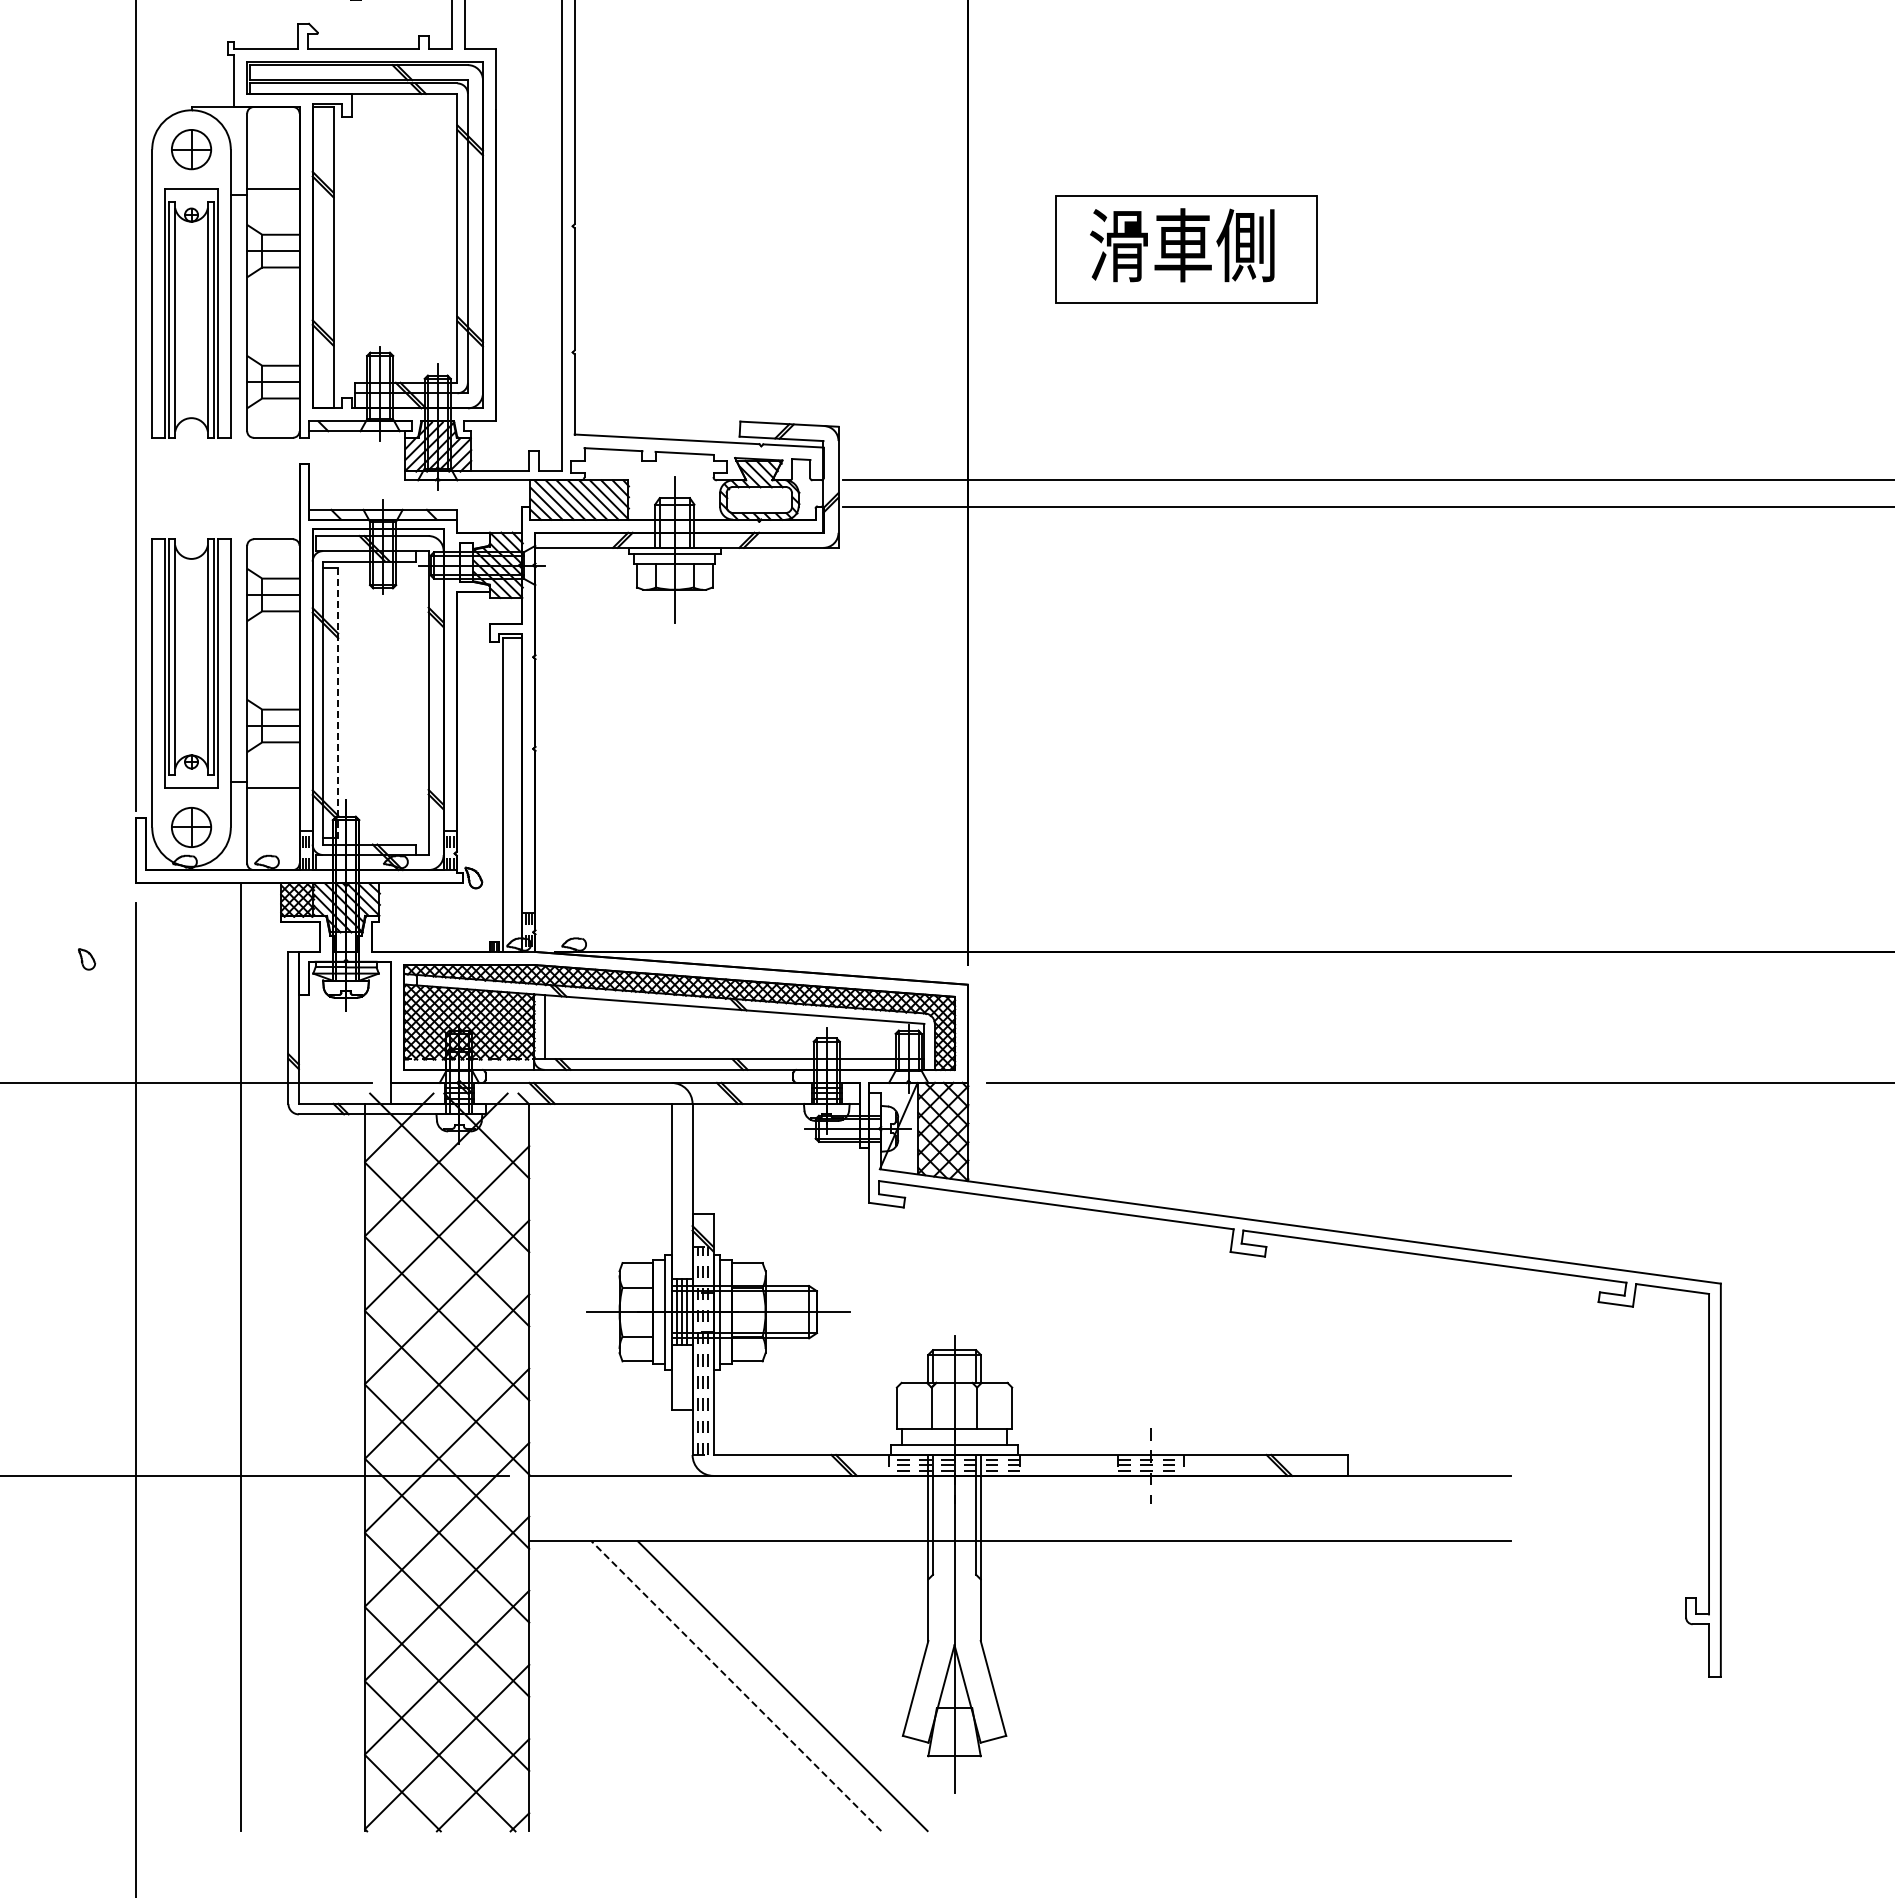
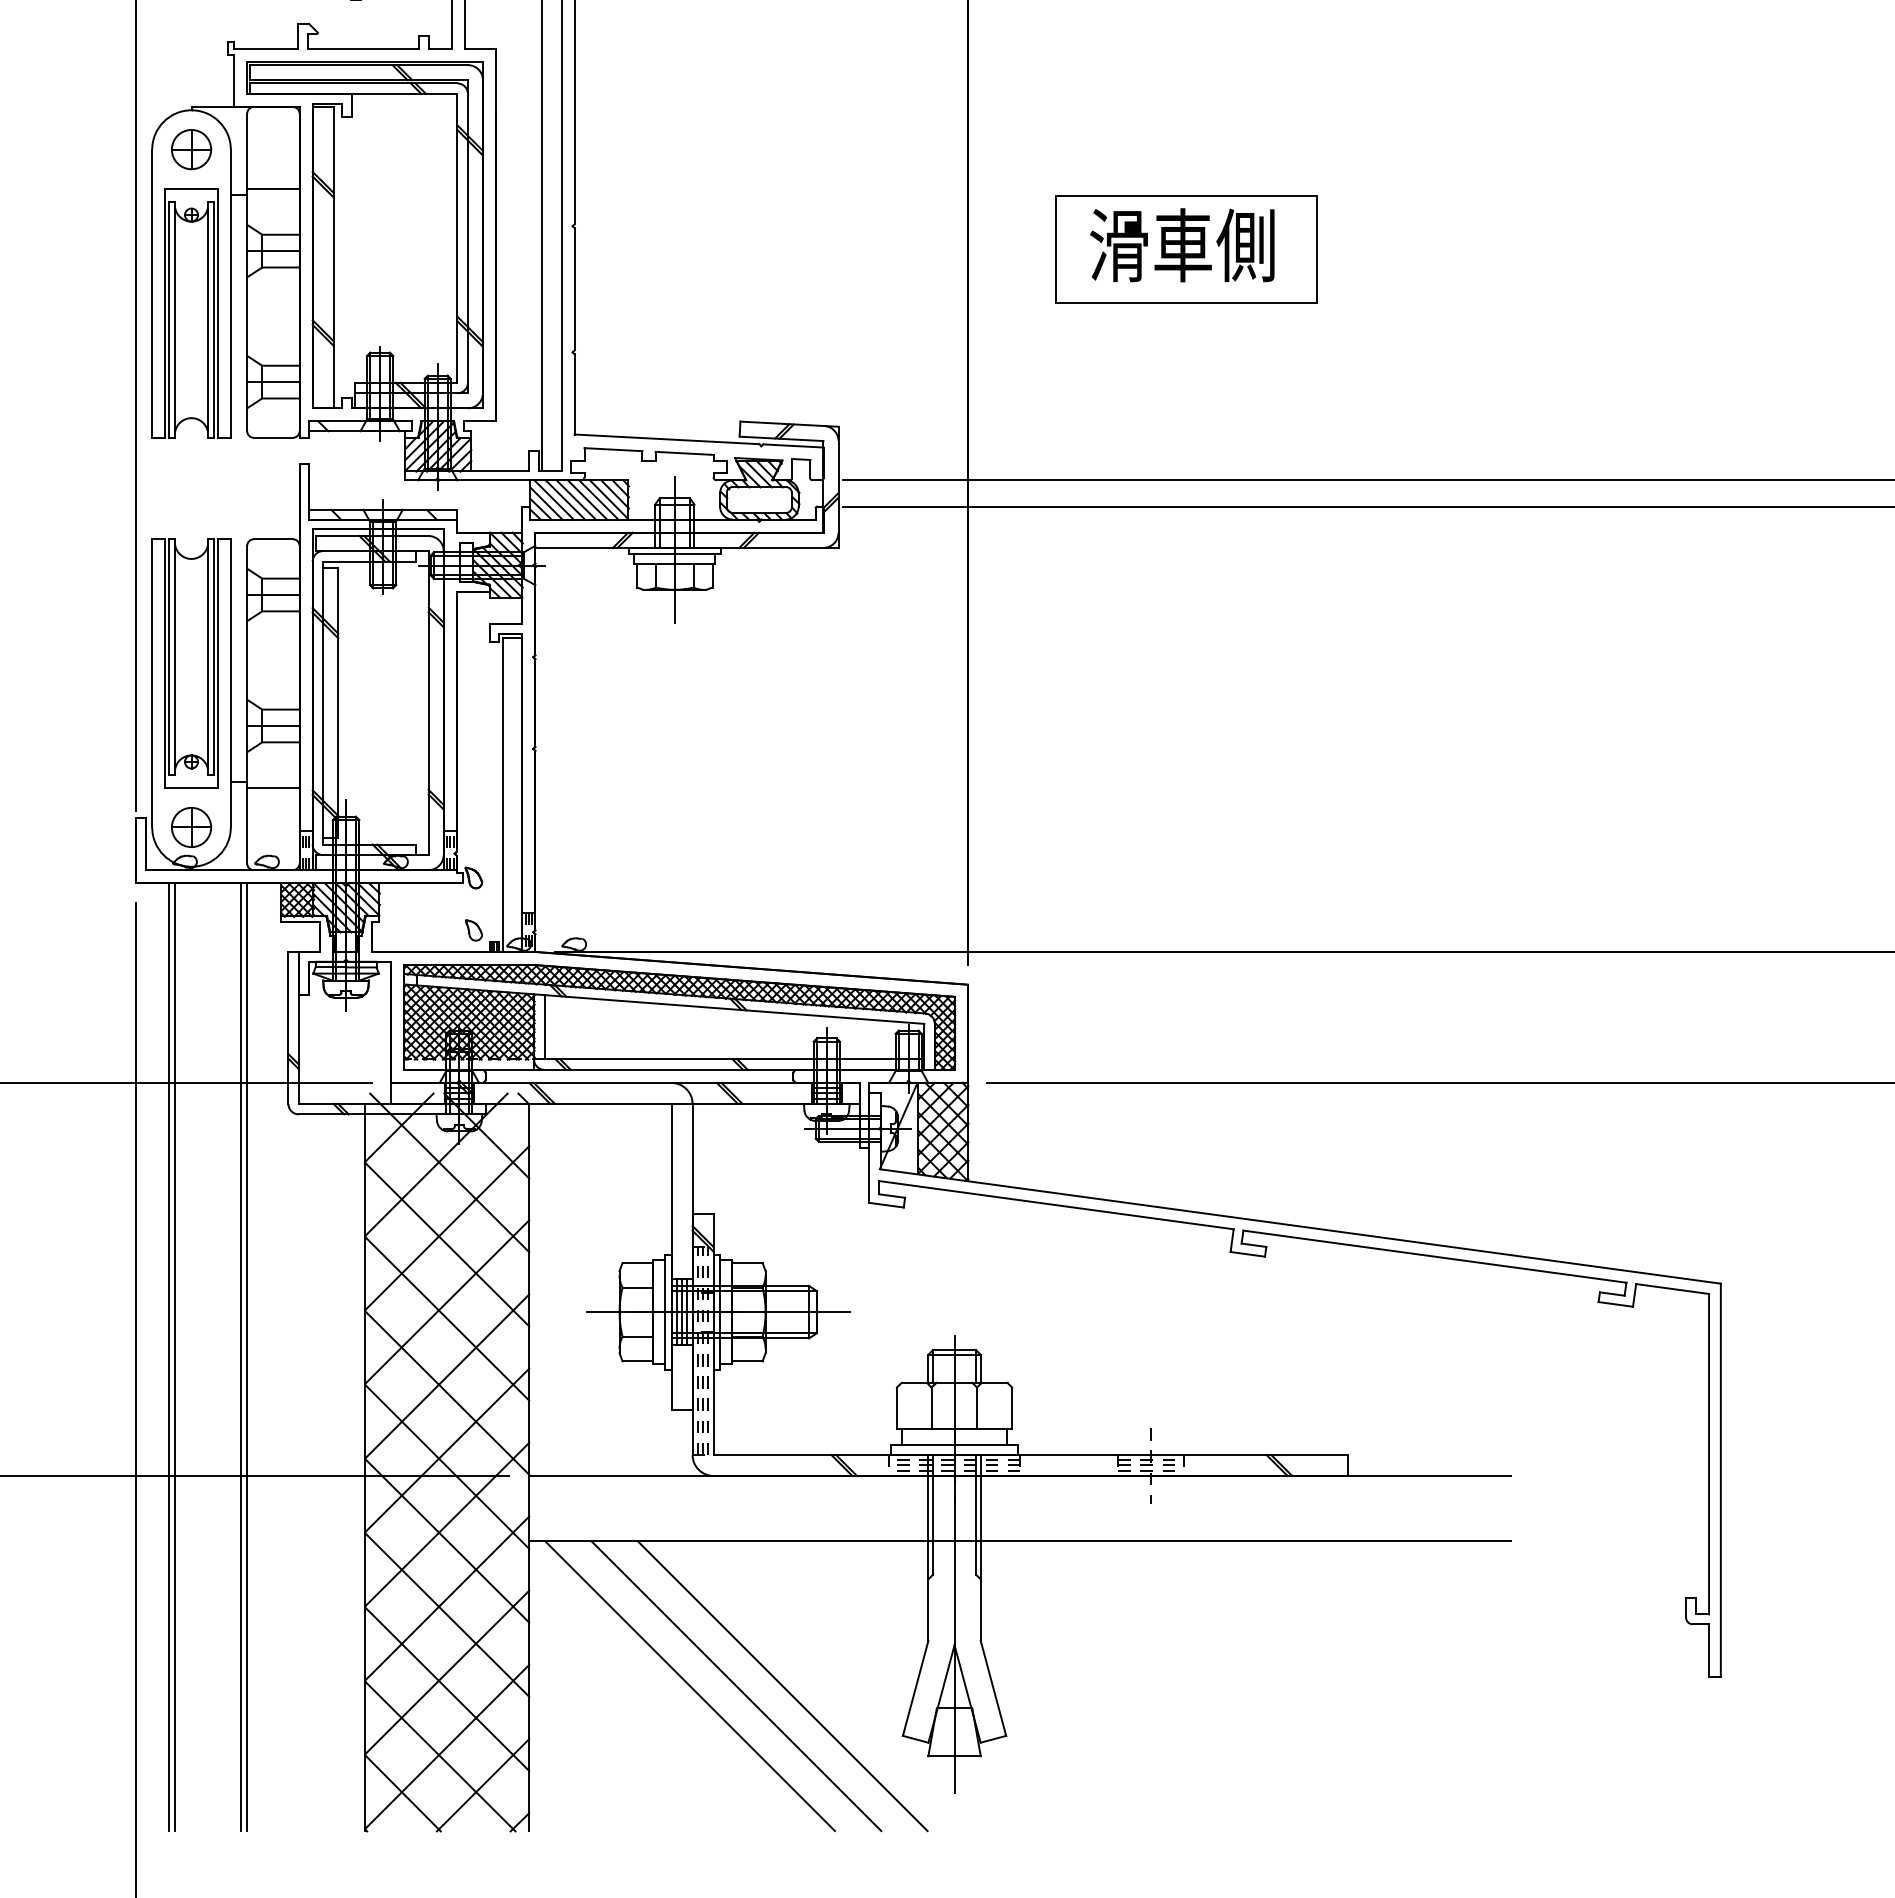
line at (541, 236): none -> present
line at (338, 703): dashed -> solid
part at (87, 959) position: (87, 959) -> (474, 930)
line at (168, 1357): none -> present
line at (175, 1357): none -> present
line at (247, 1357): none -> present
line at (690, 1686): none -> present
line at (736, 1686): dashed -> solid
